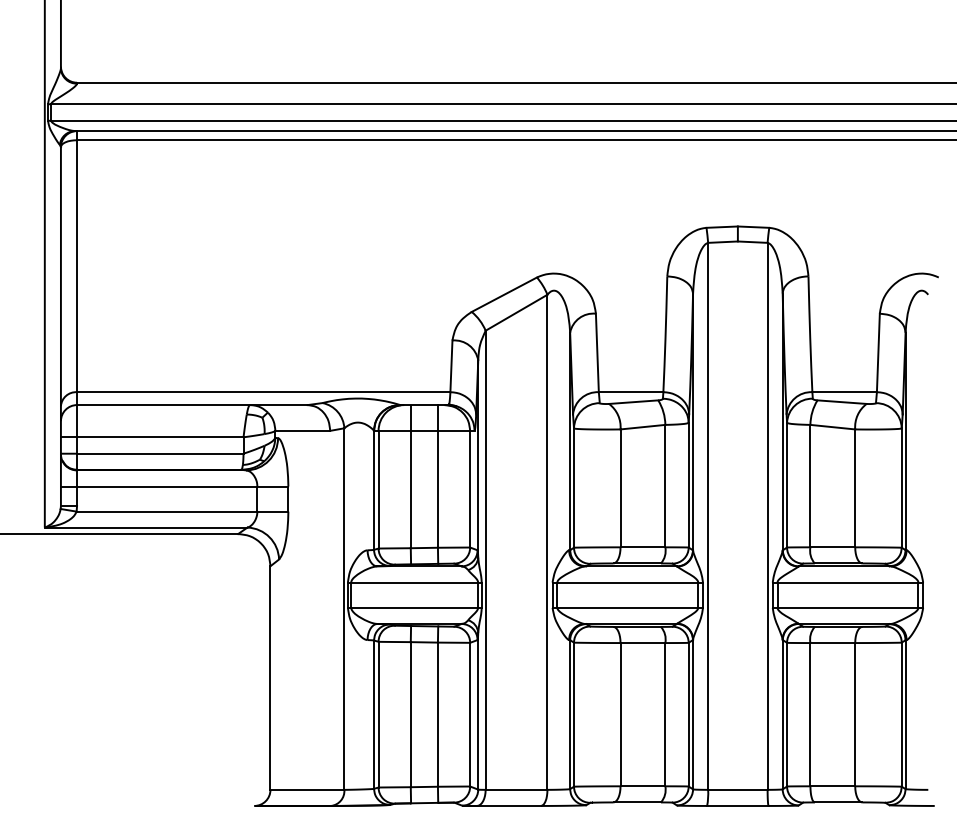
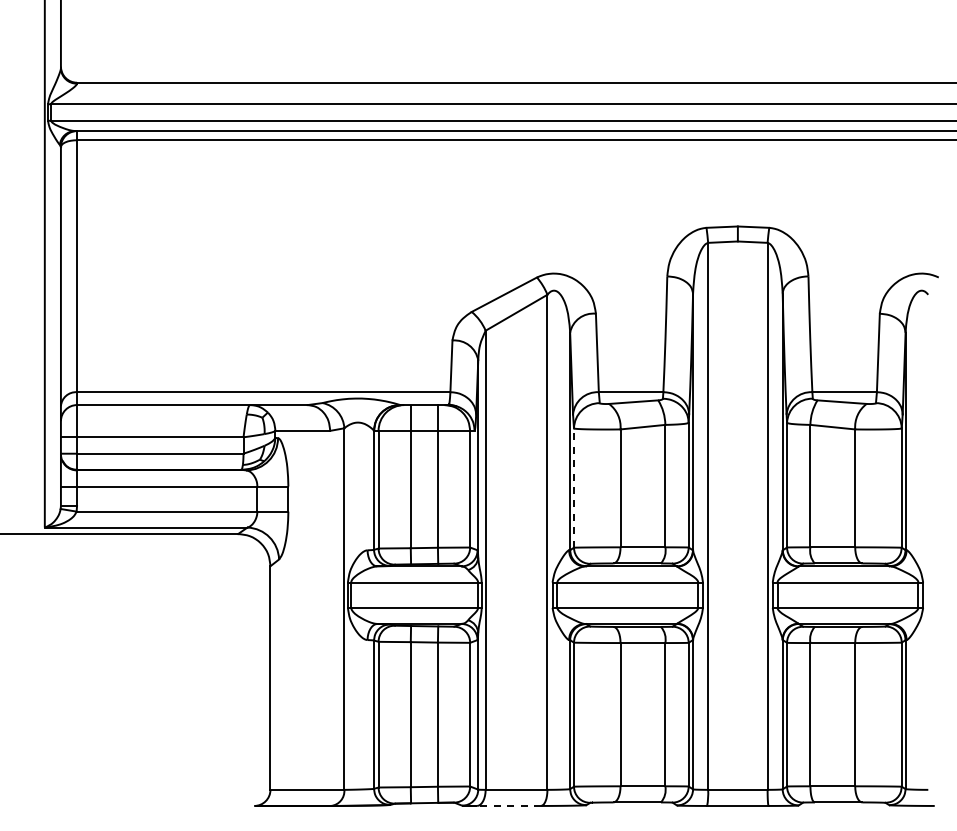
line at (574, 488): solid -> dashed
line at (509, 805): solid -> dashed
